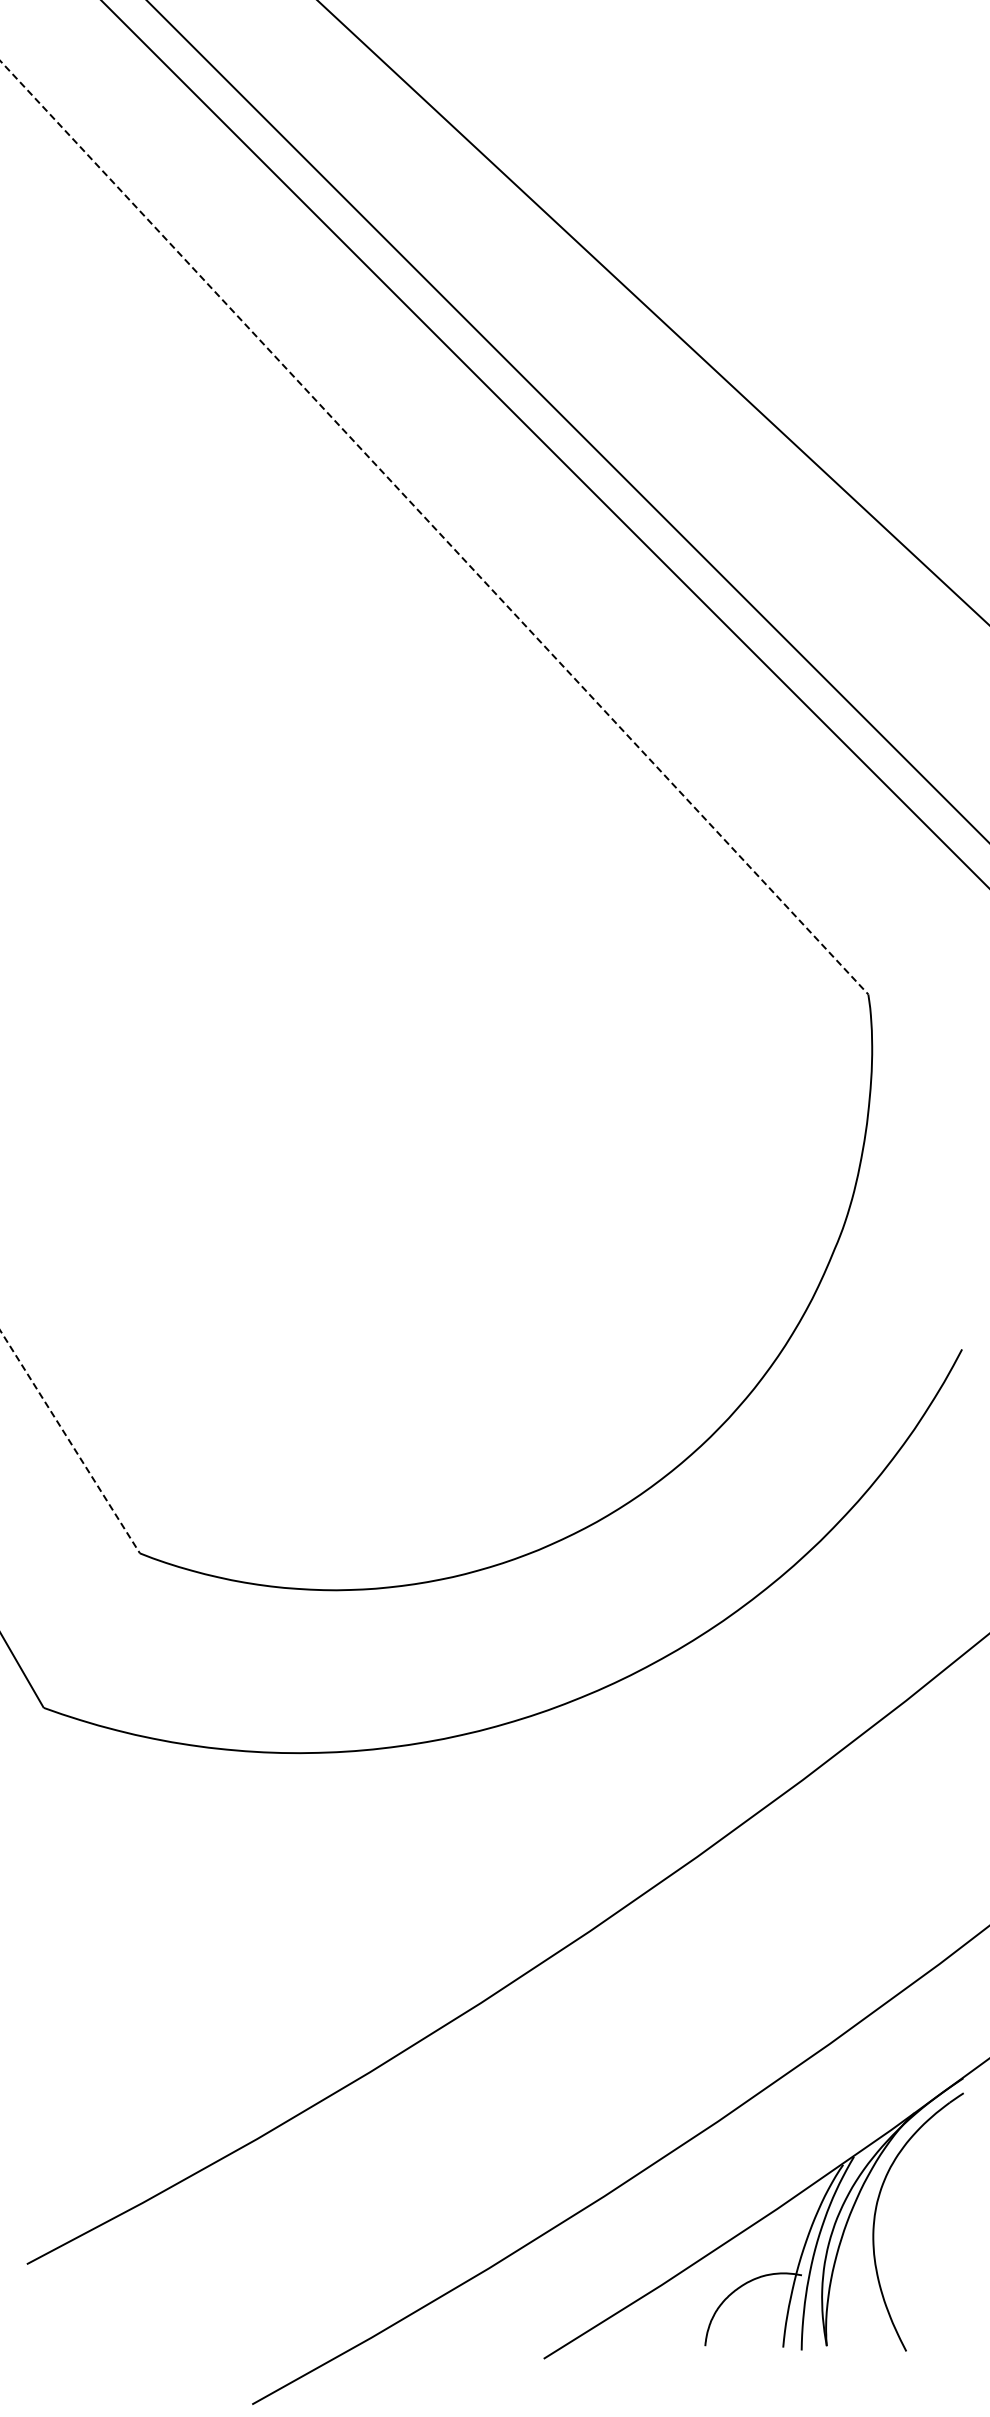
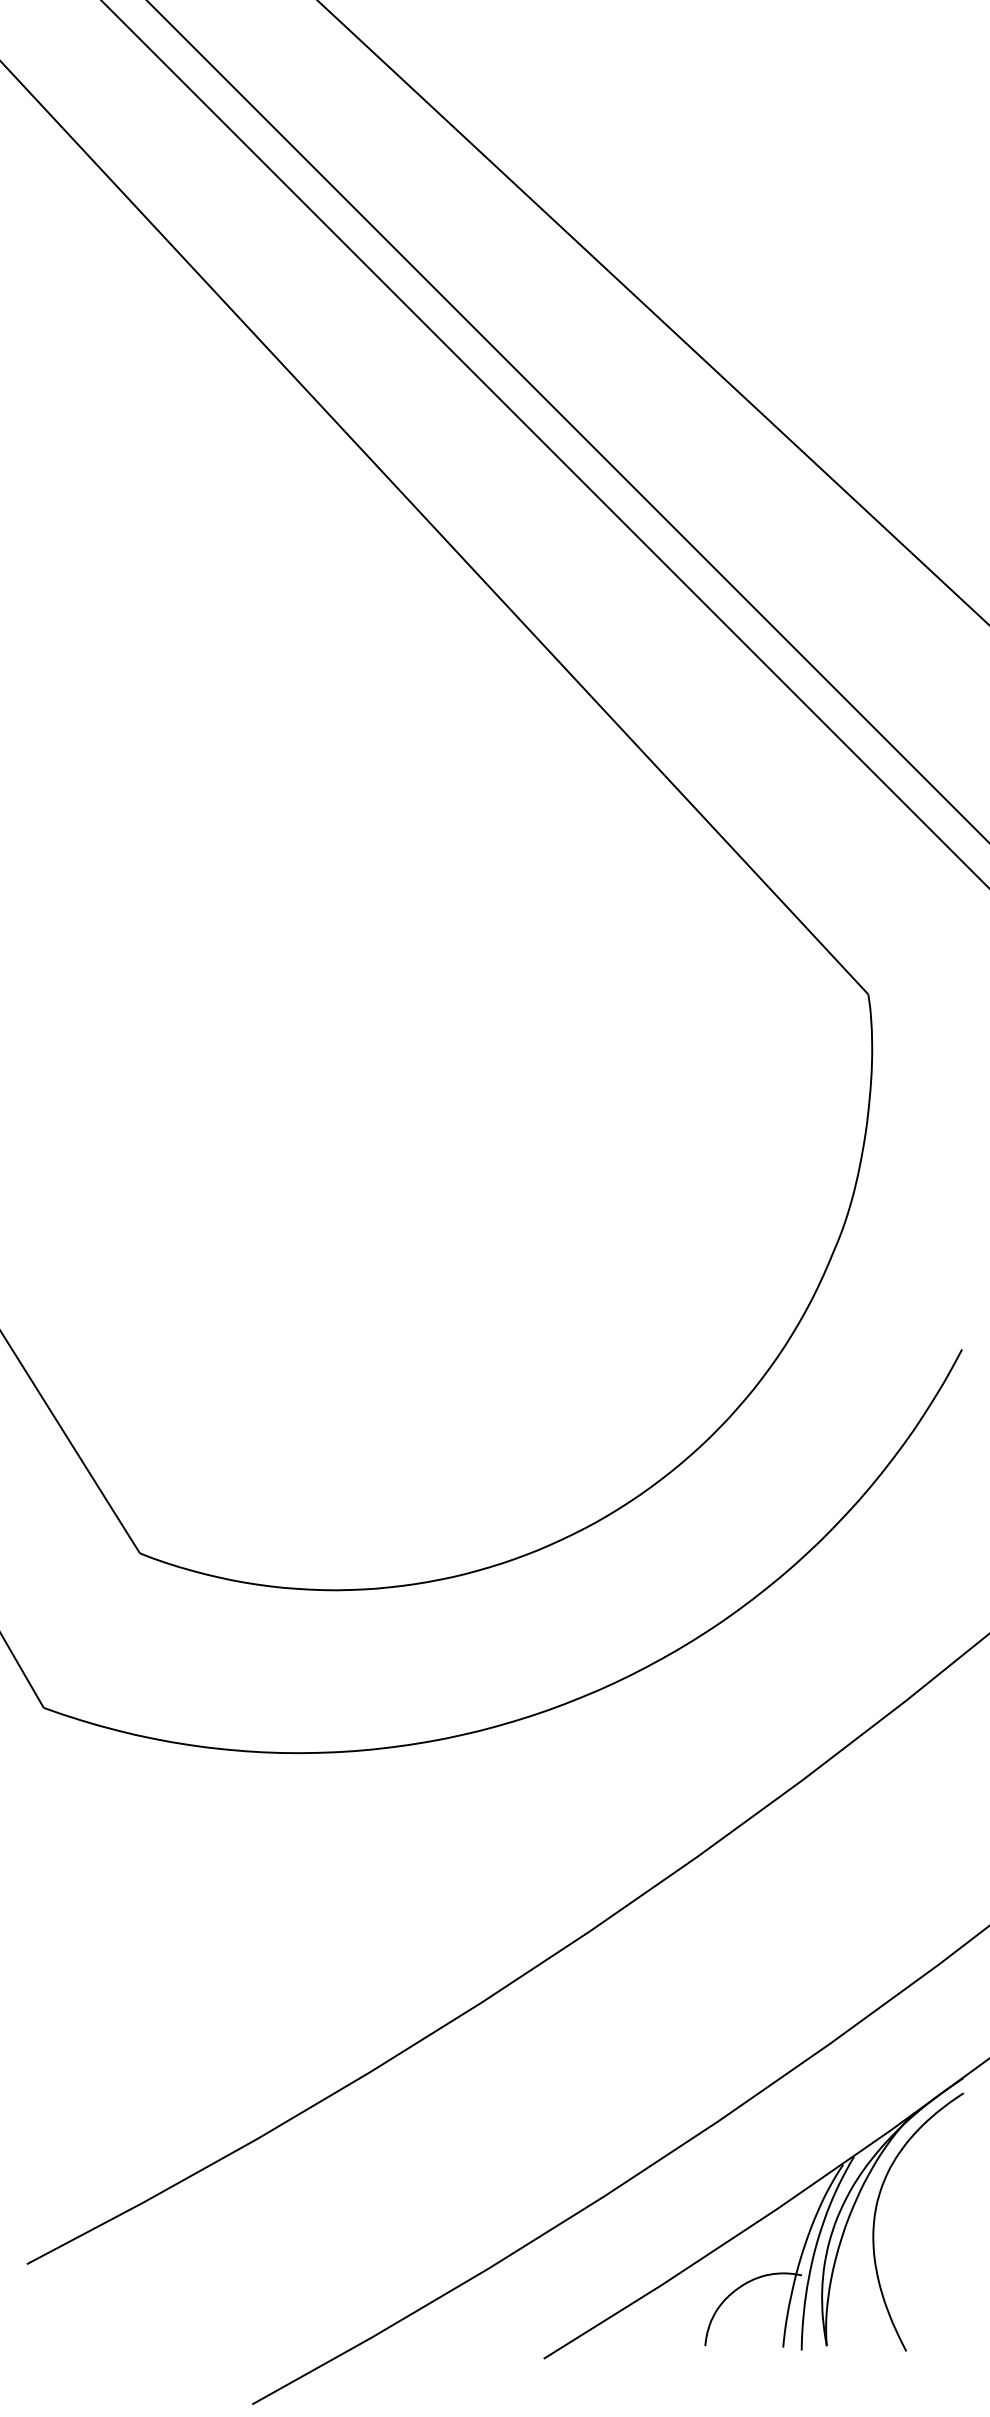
line at (434, 527): dashed -> solid
line at (70, 1442): dashed -> solid
